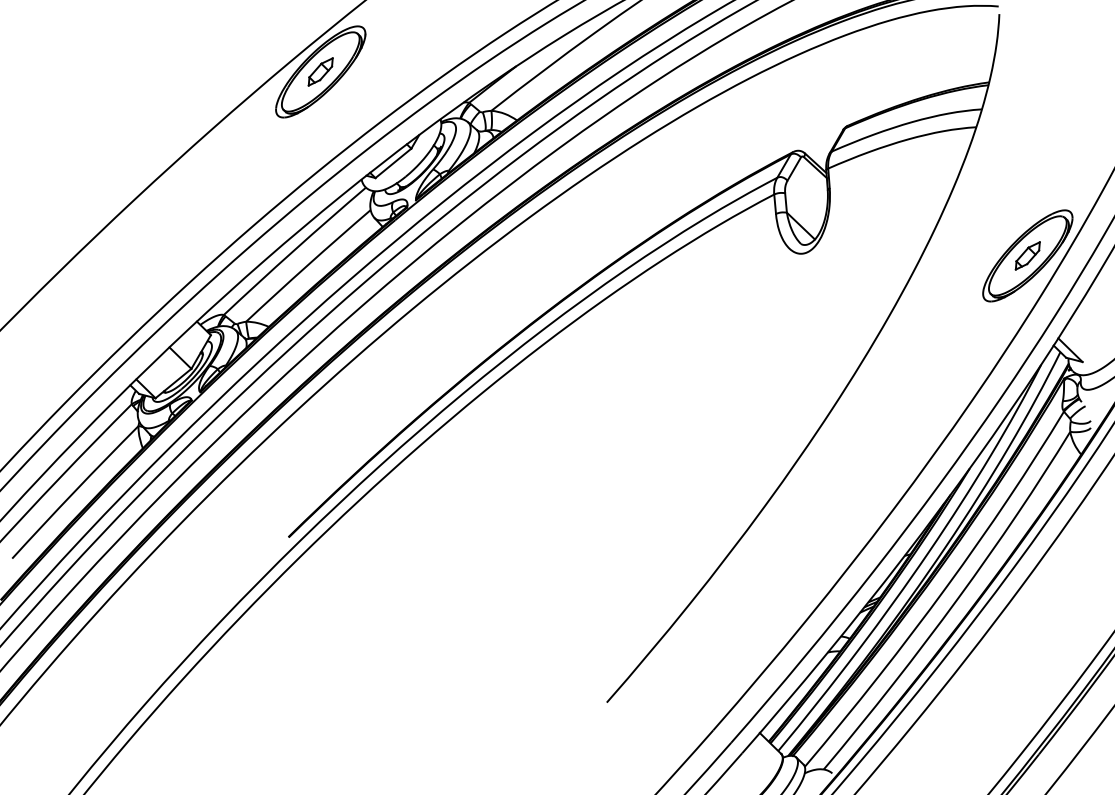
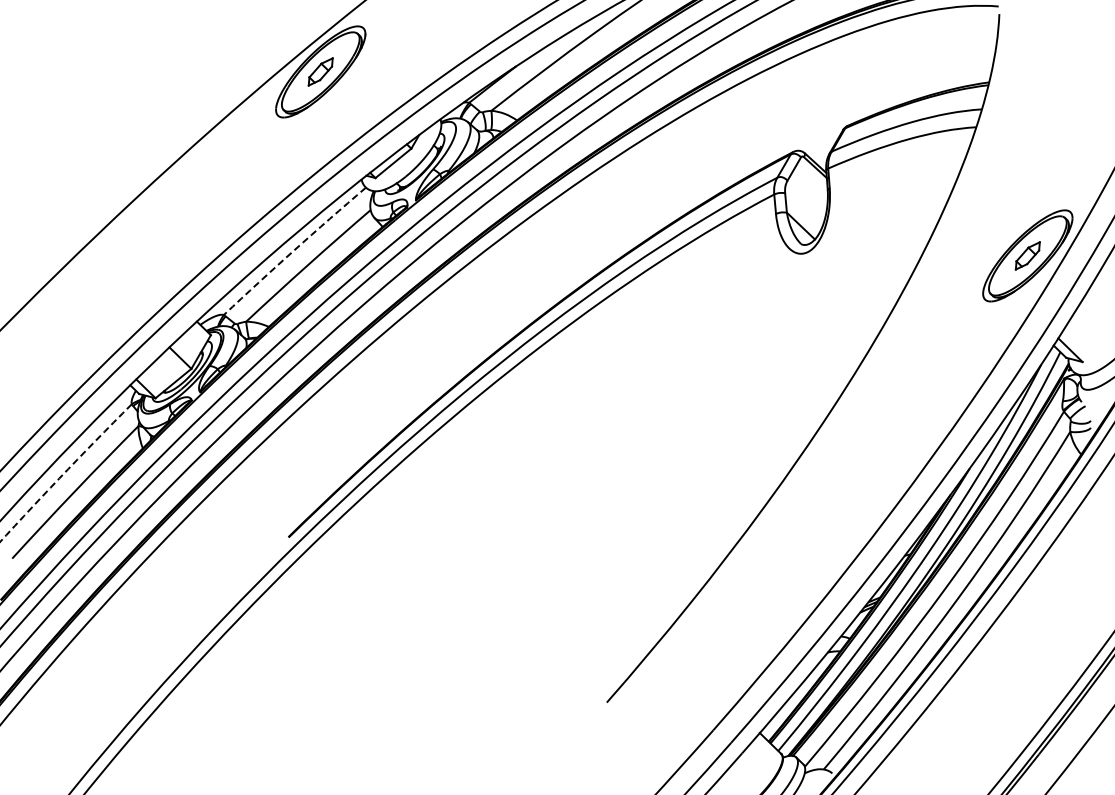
arc at (294, 250): solid -> dashed
arc at (64, 472): solid -> dashed
